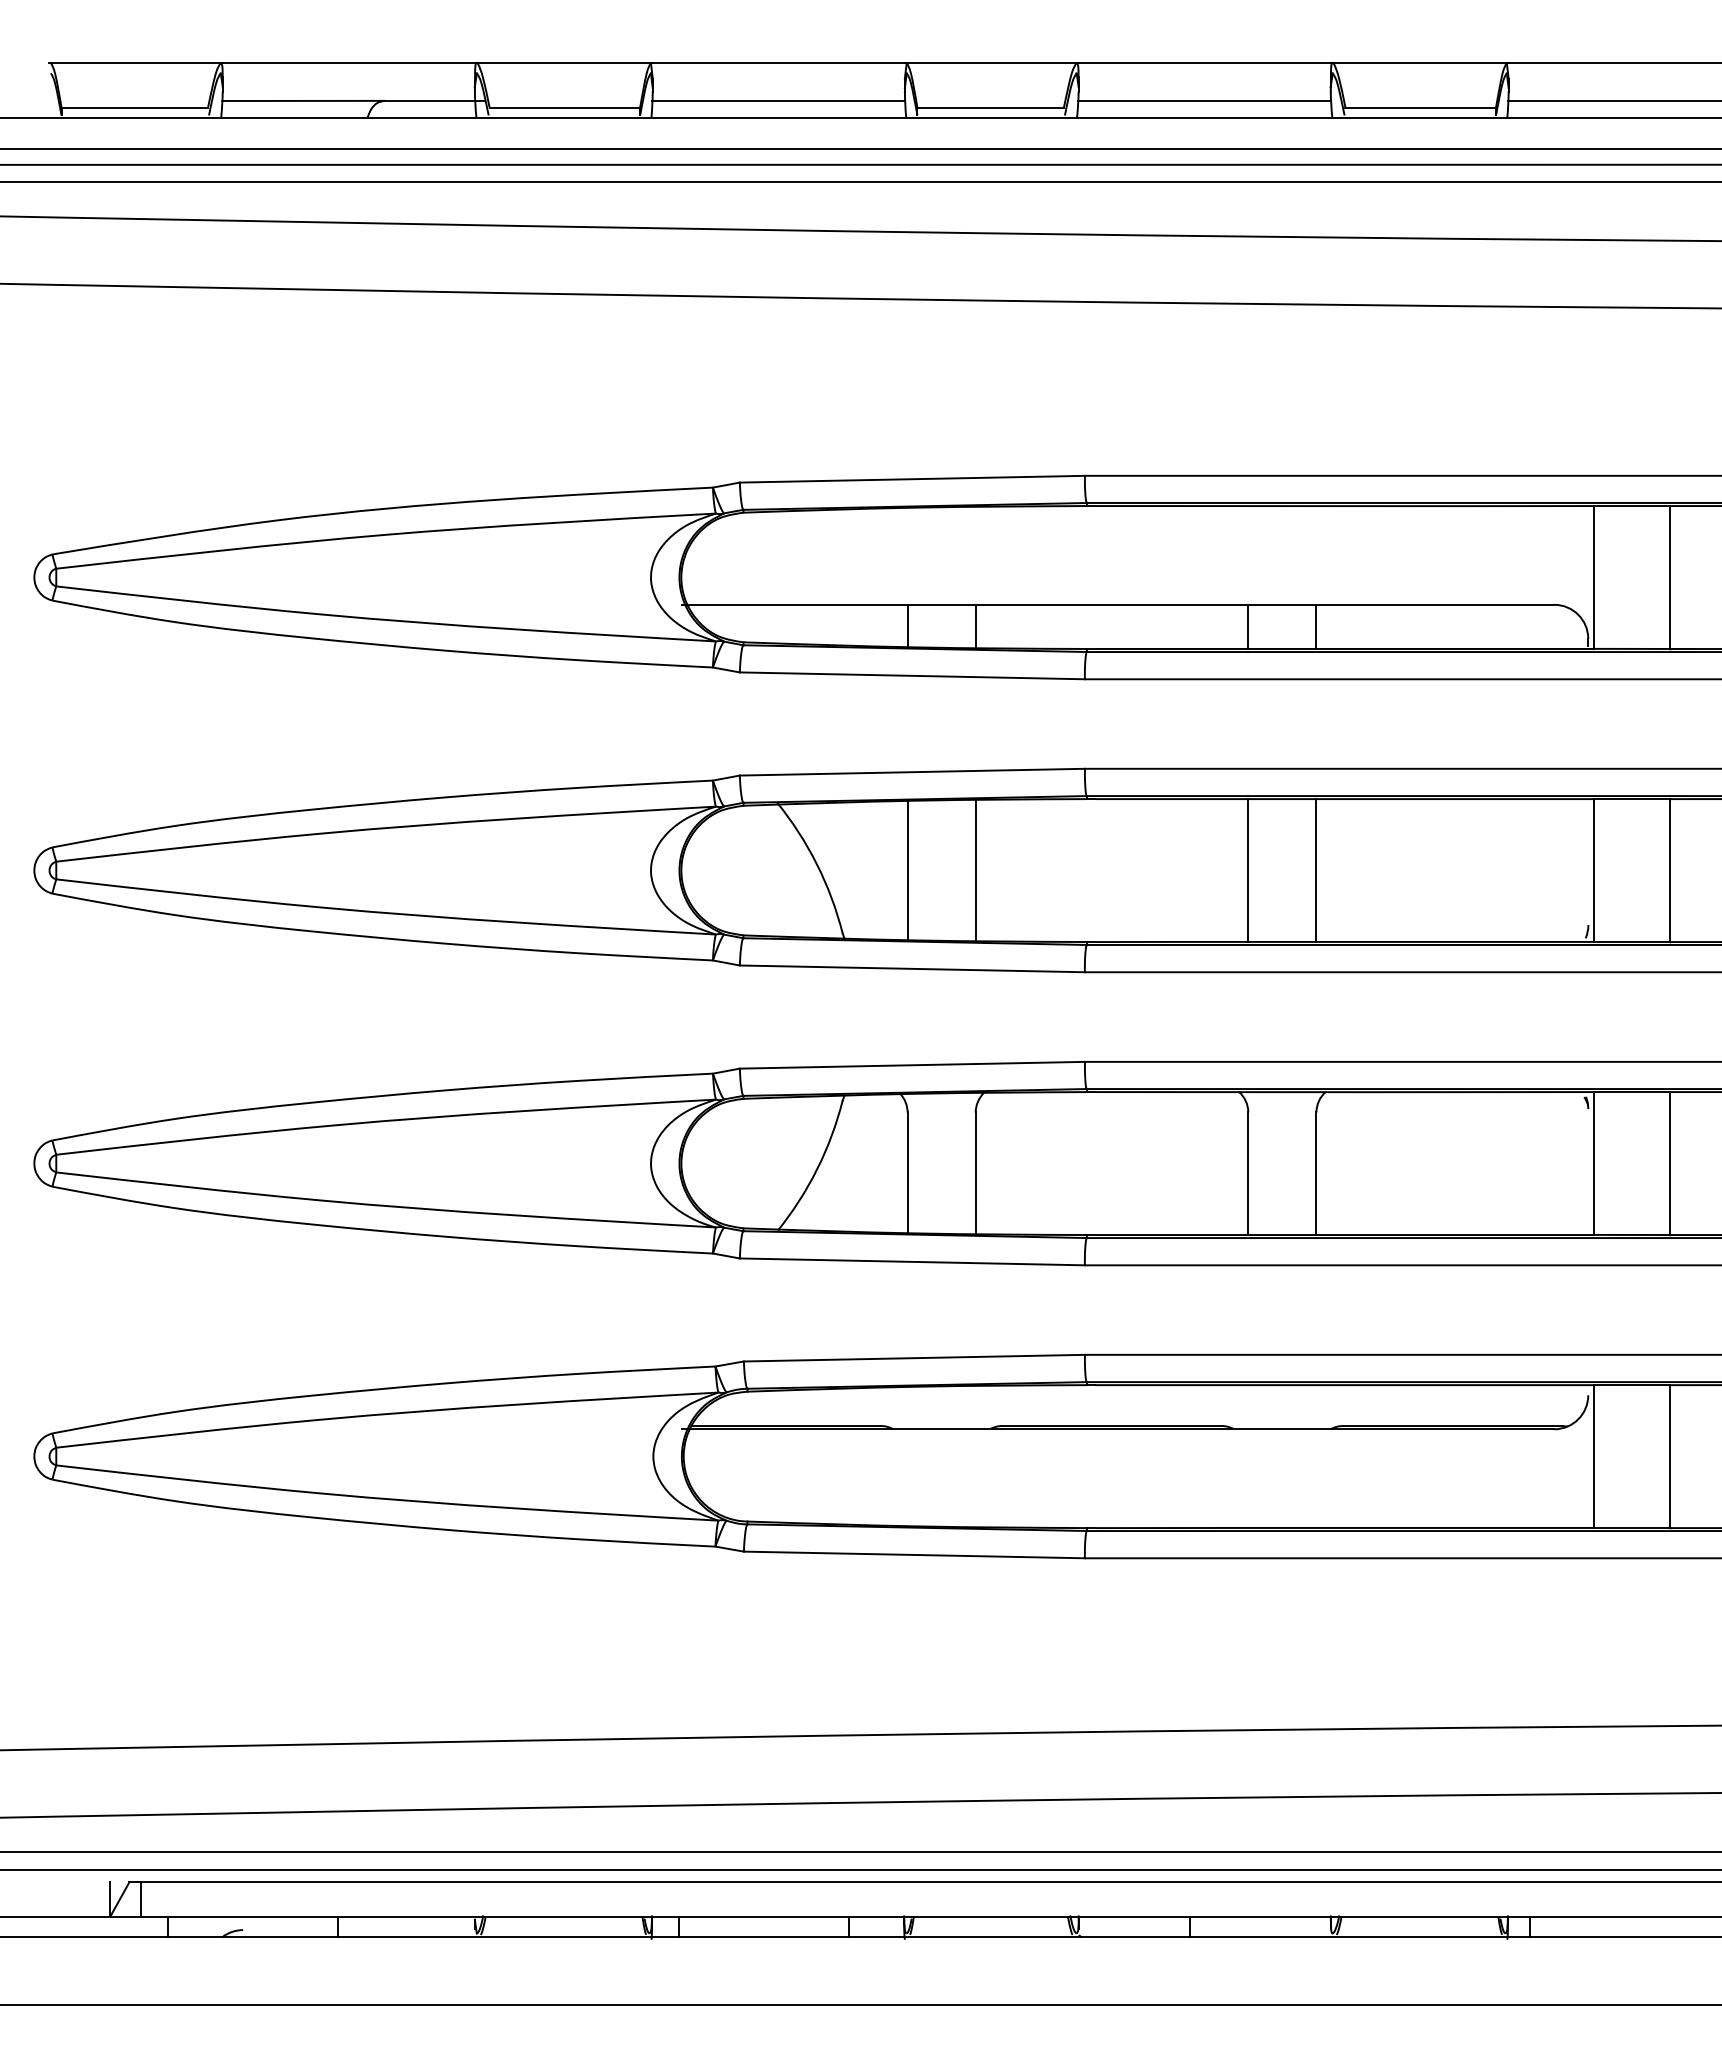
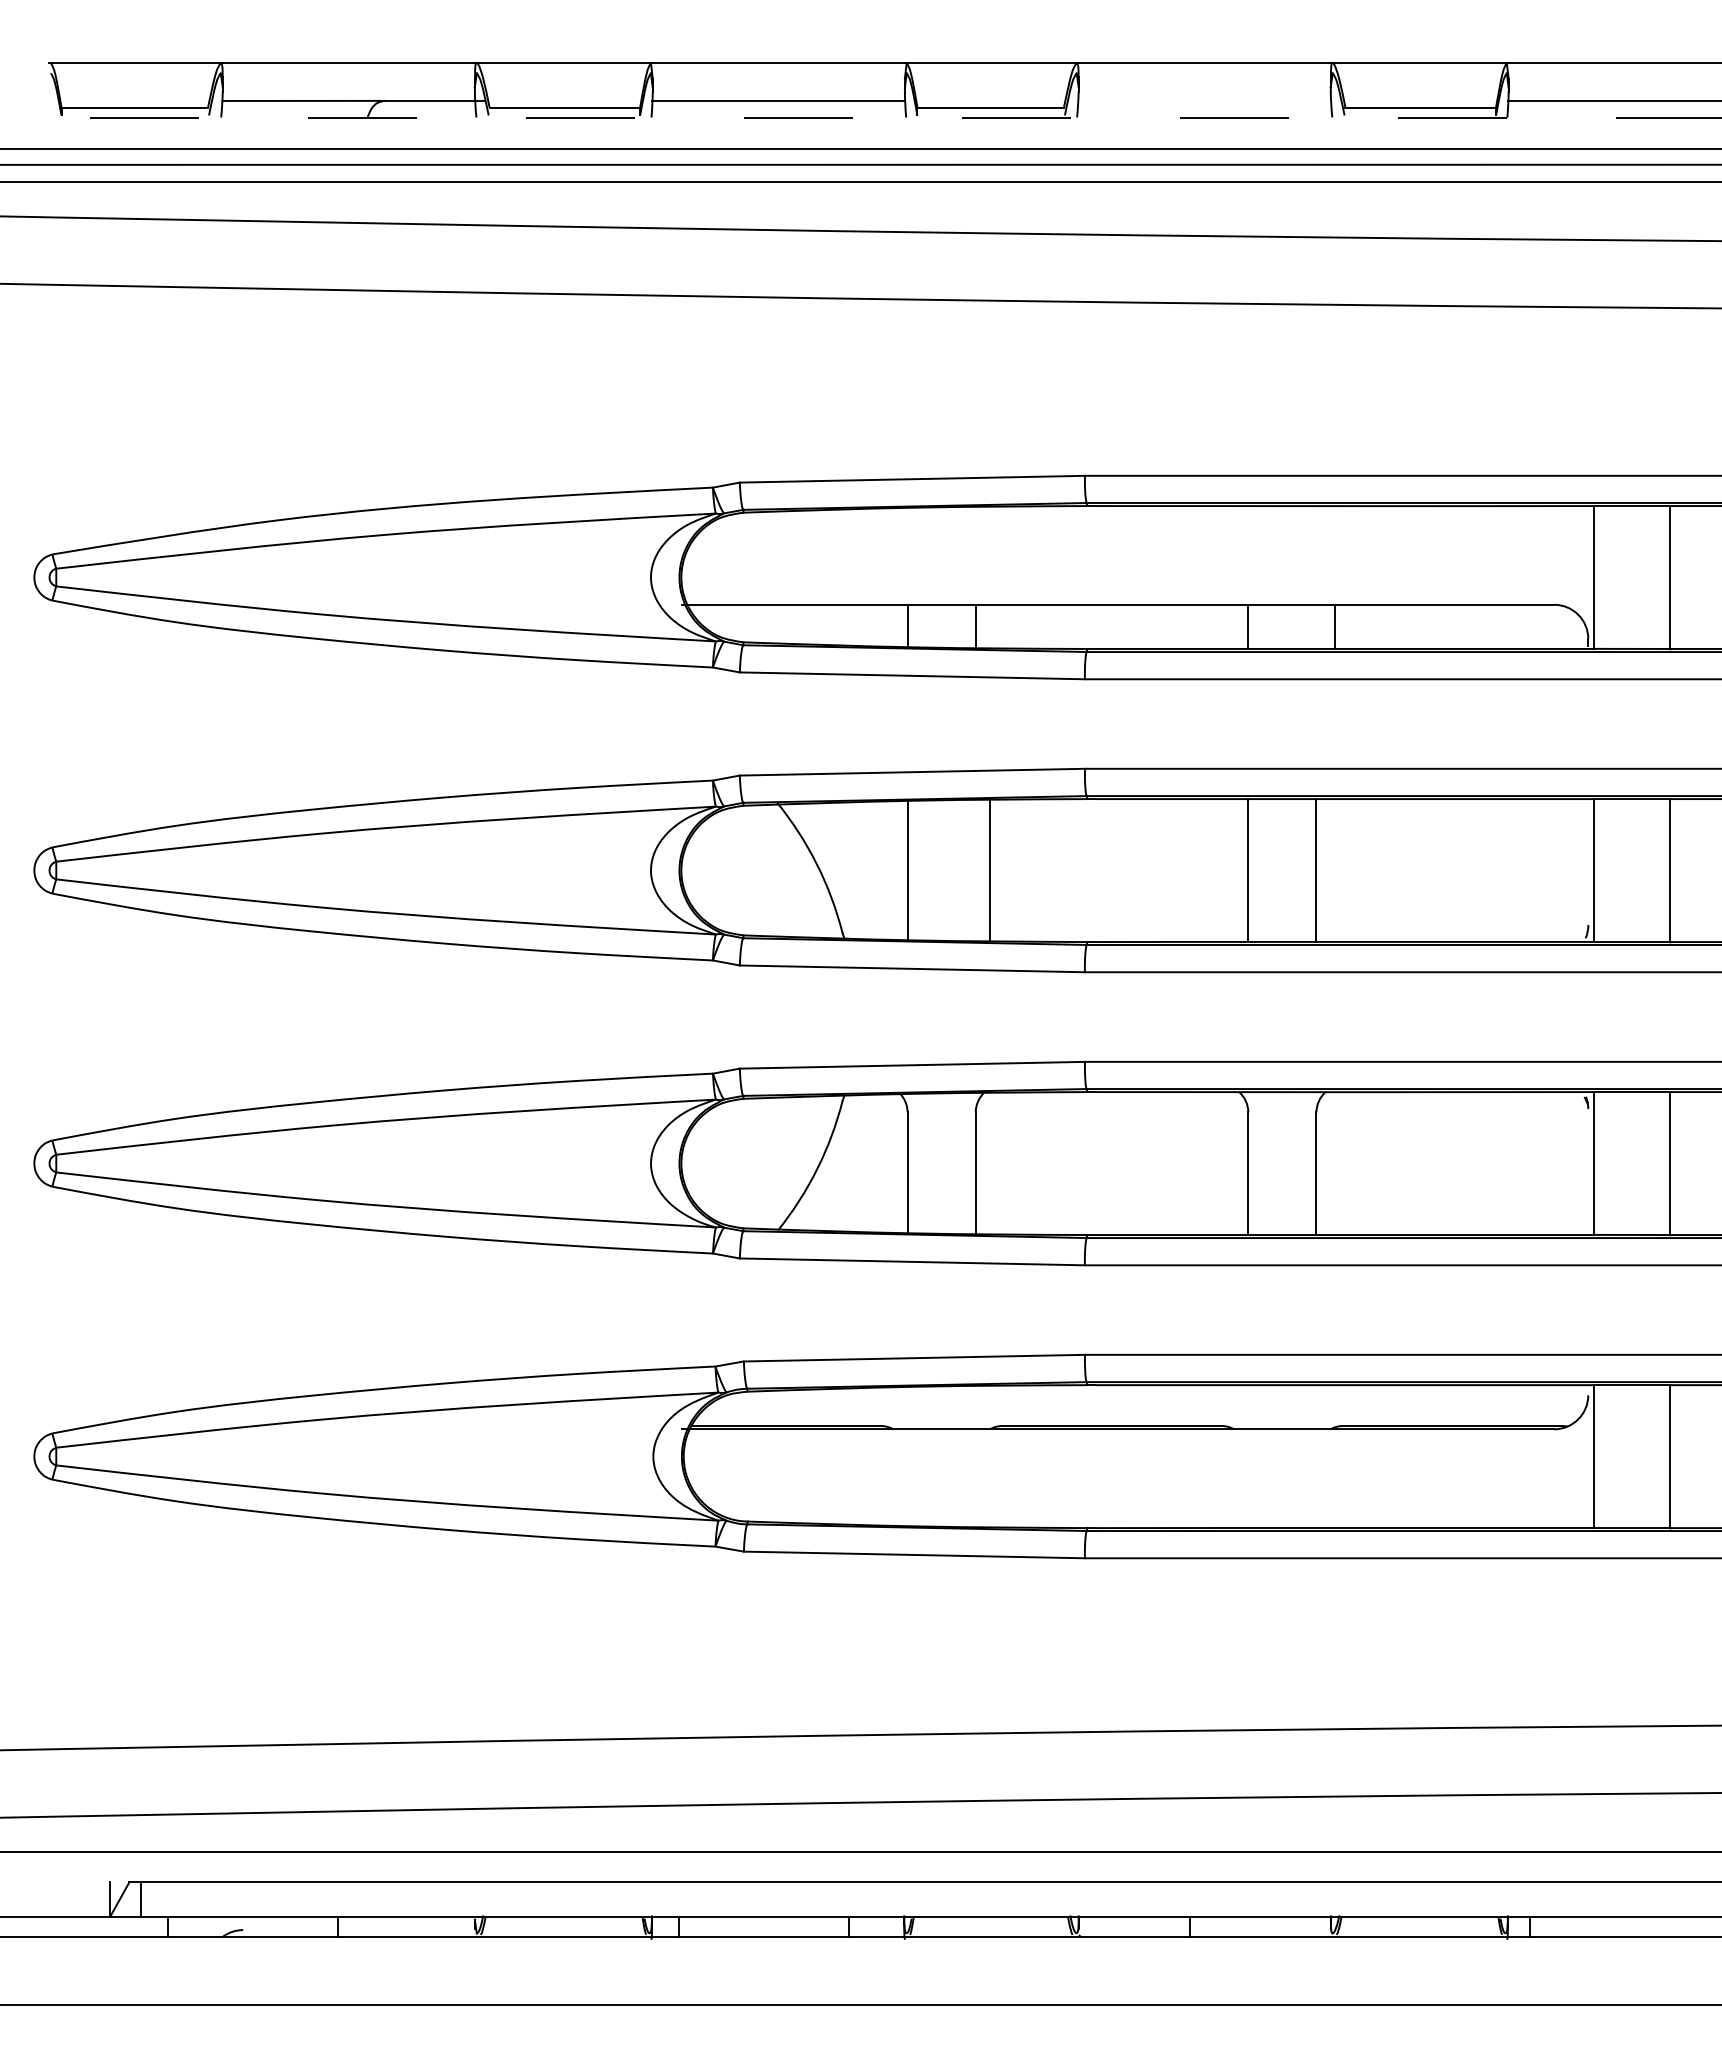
line at (1204, 101): present -> none
line at (860, 117): solid -> dashed
line at (1316, 626) position: (1316, 626) -> (1335, 626)
line at (975, 870) position: (975, 870) -> (989, 870)
line at (860, 1869): present -> none
